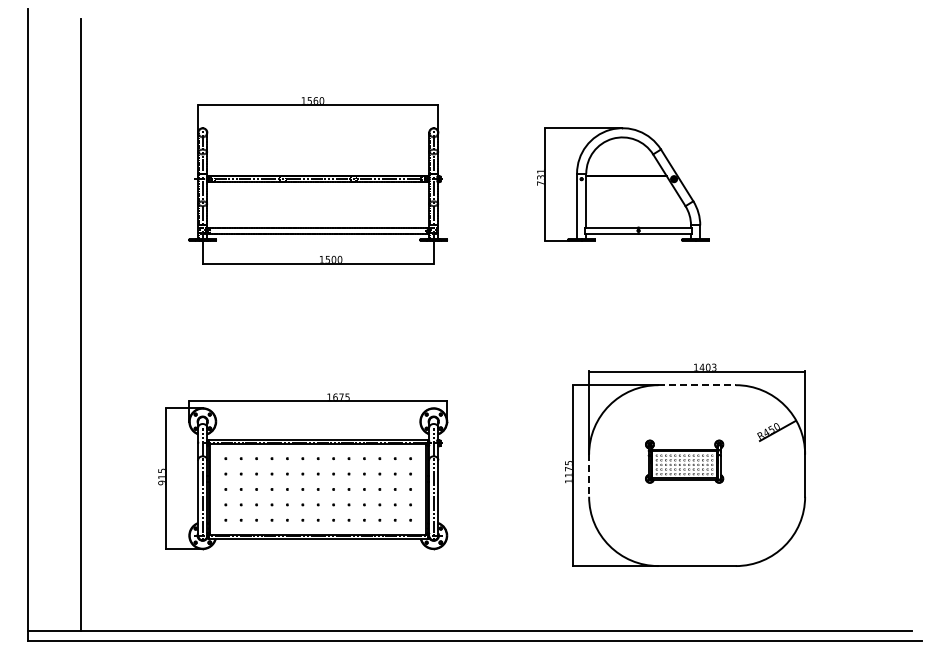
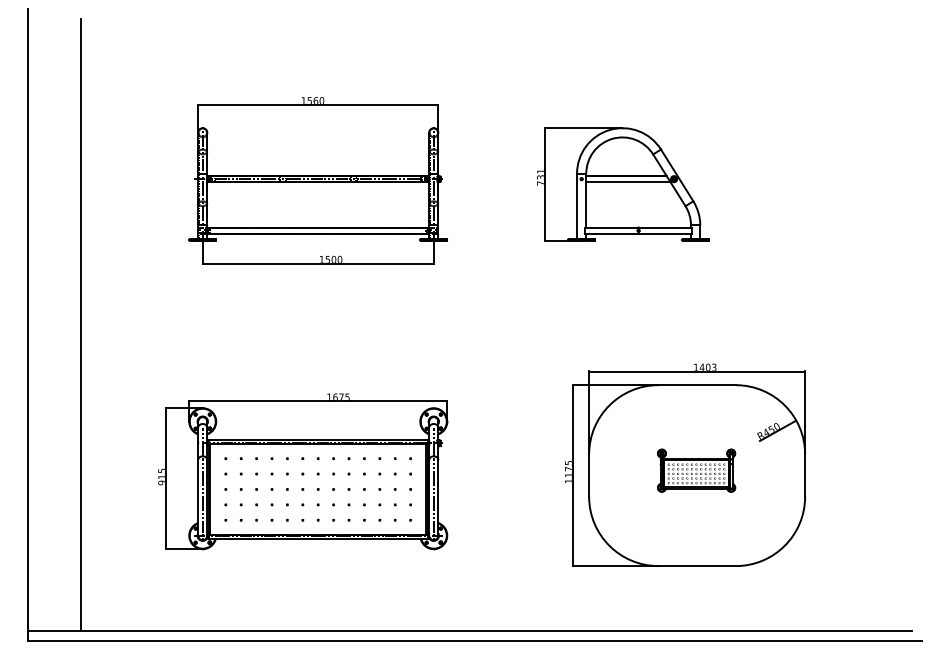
line at (628, 182): none -> present
line at (697, 385): dashed -> solid
part at (684, 461) position: (684, 461) -> (696, 470)
line at (589, 476): dashed -> solid
